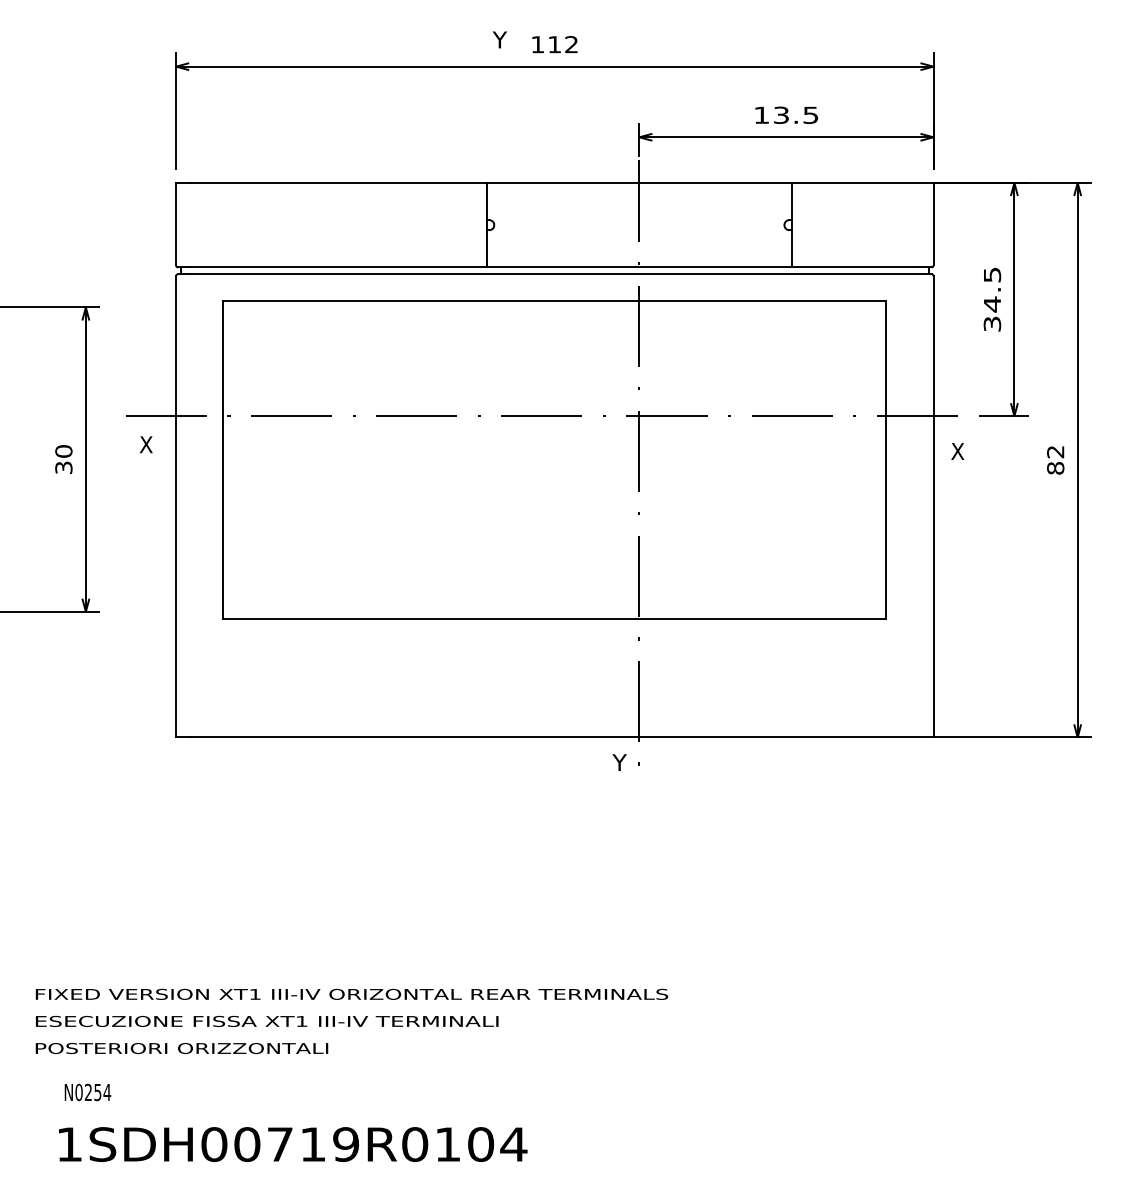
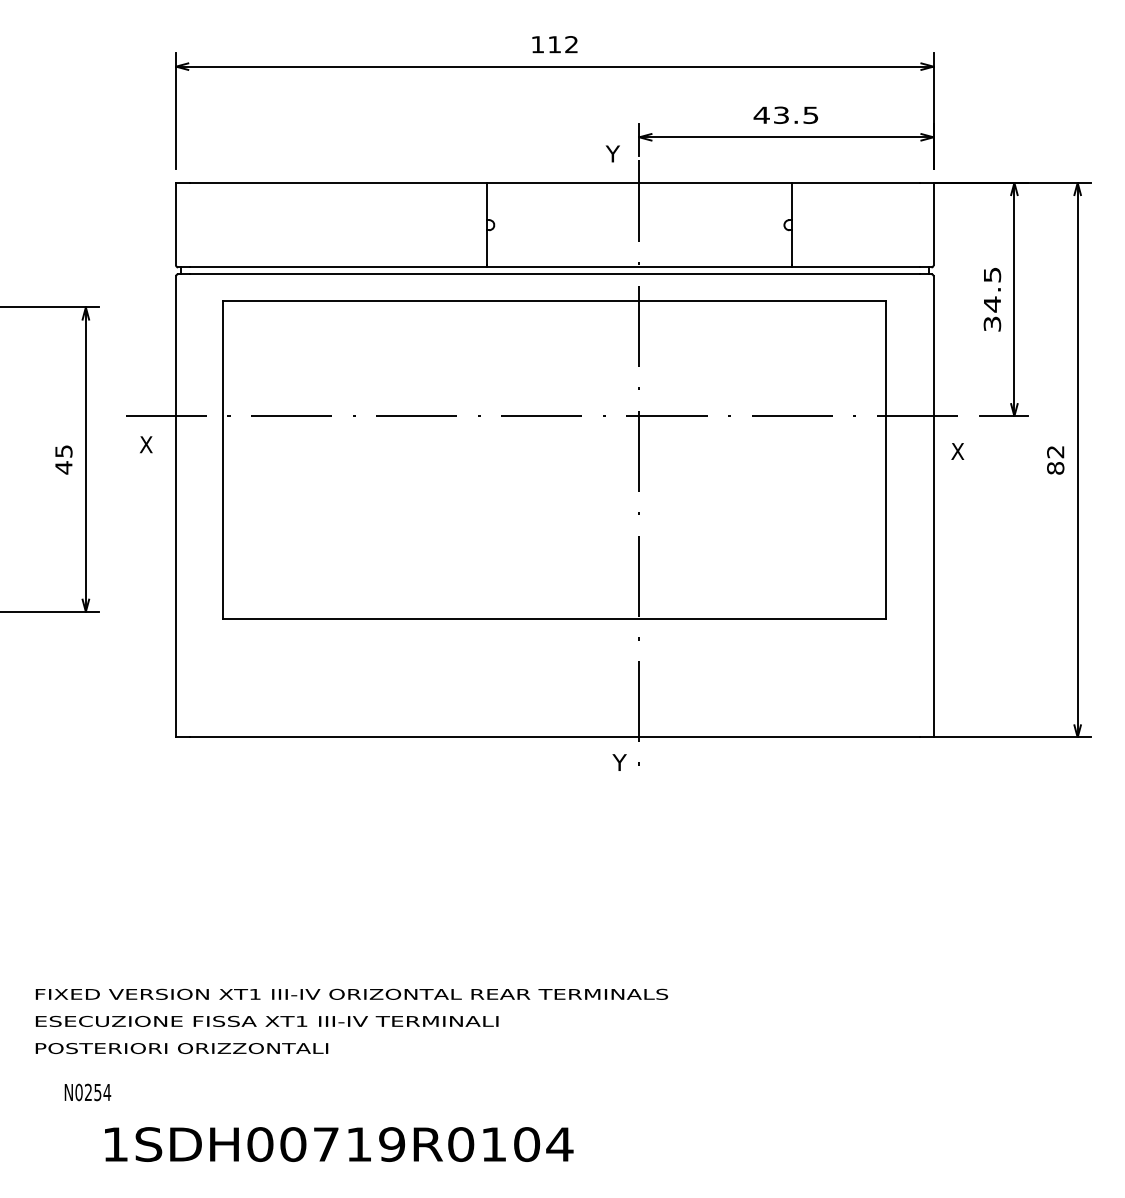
text at (499, 39) position: (499, 39) -> (612, 153)
text at (761, 114): 13.5 -> 43.5
text at (63, 459): 30 -> 45
text at (293, 1144) position: (293, 1144) -> (339, 1144)
